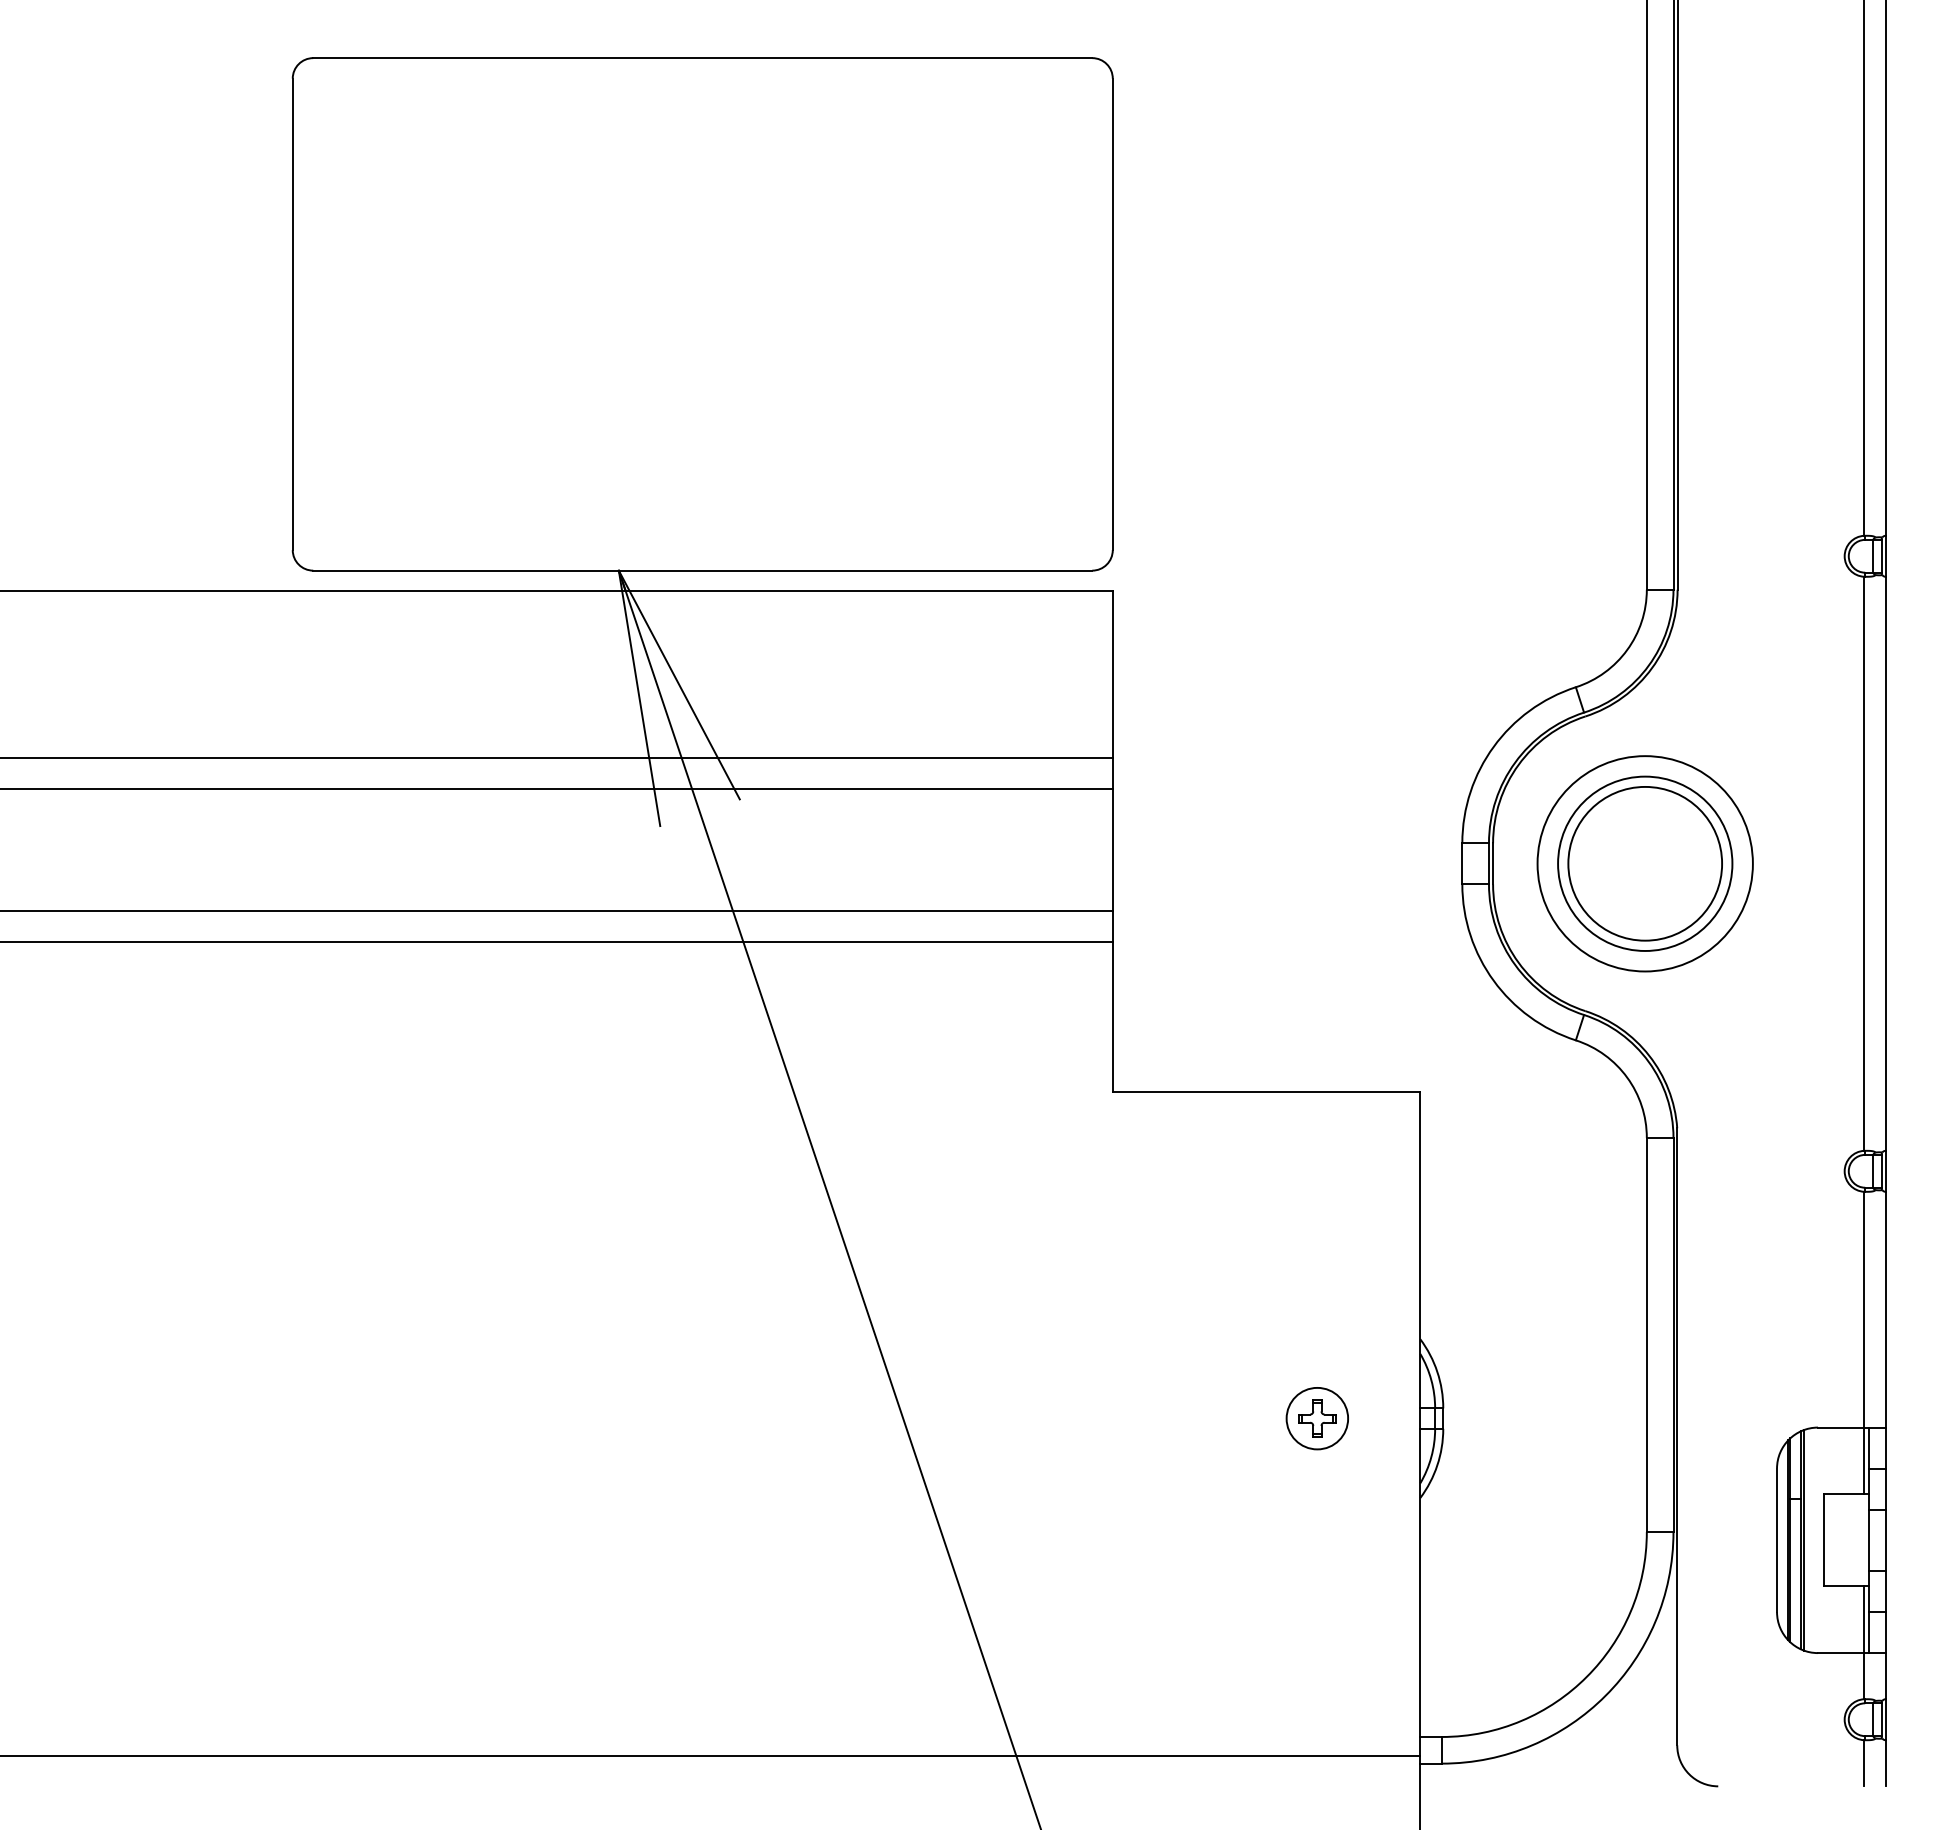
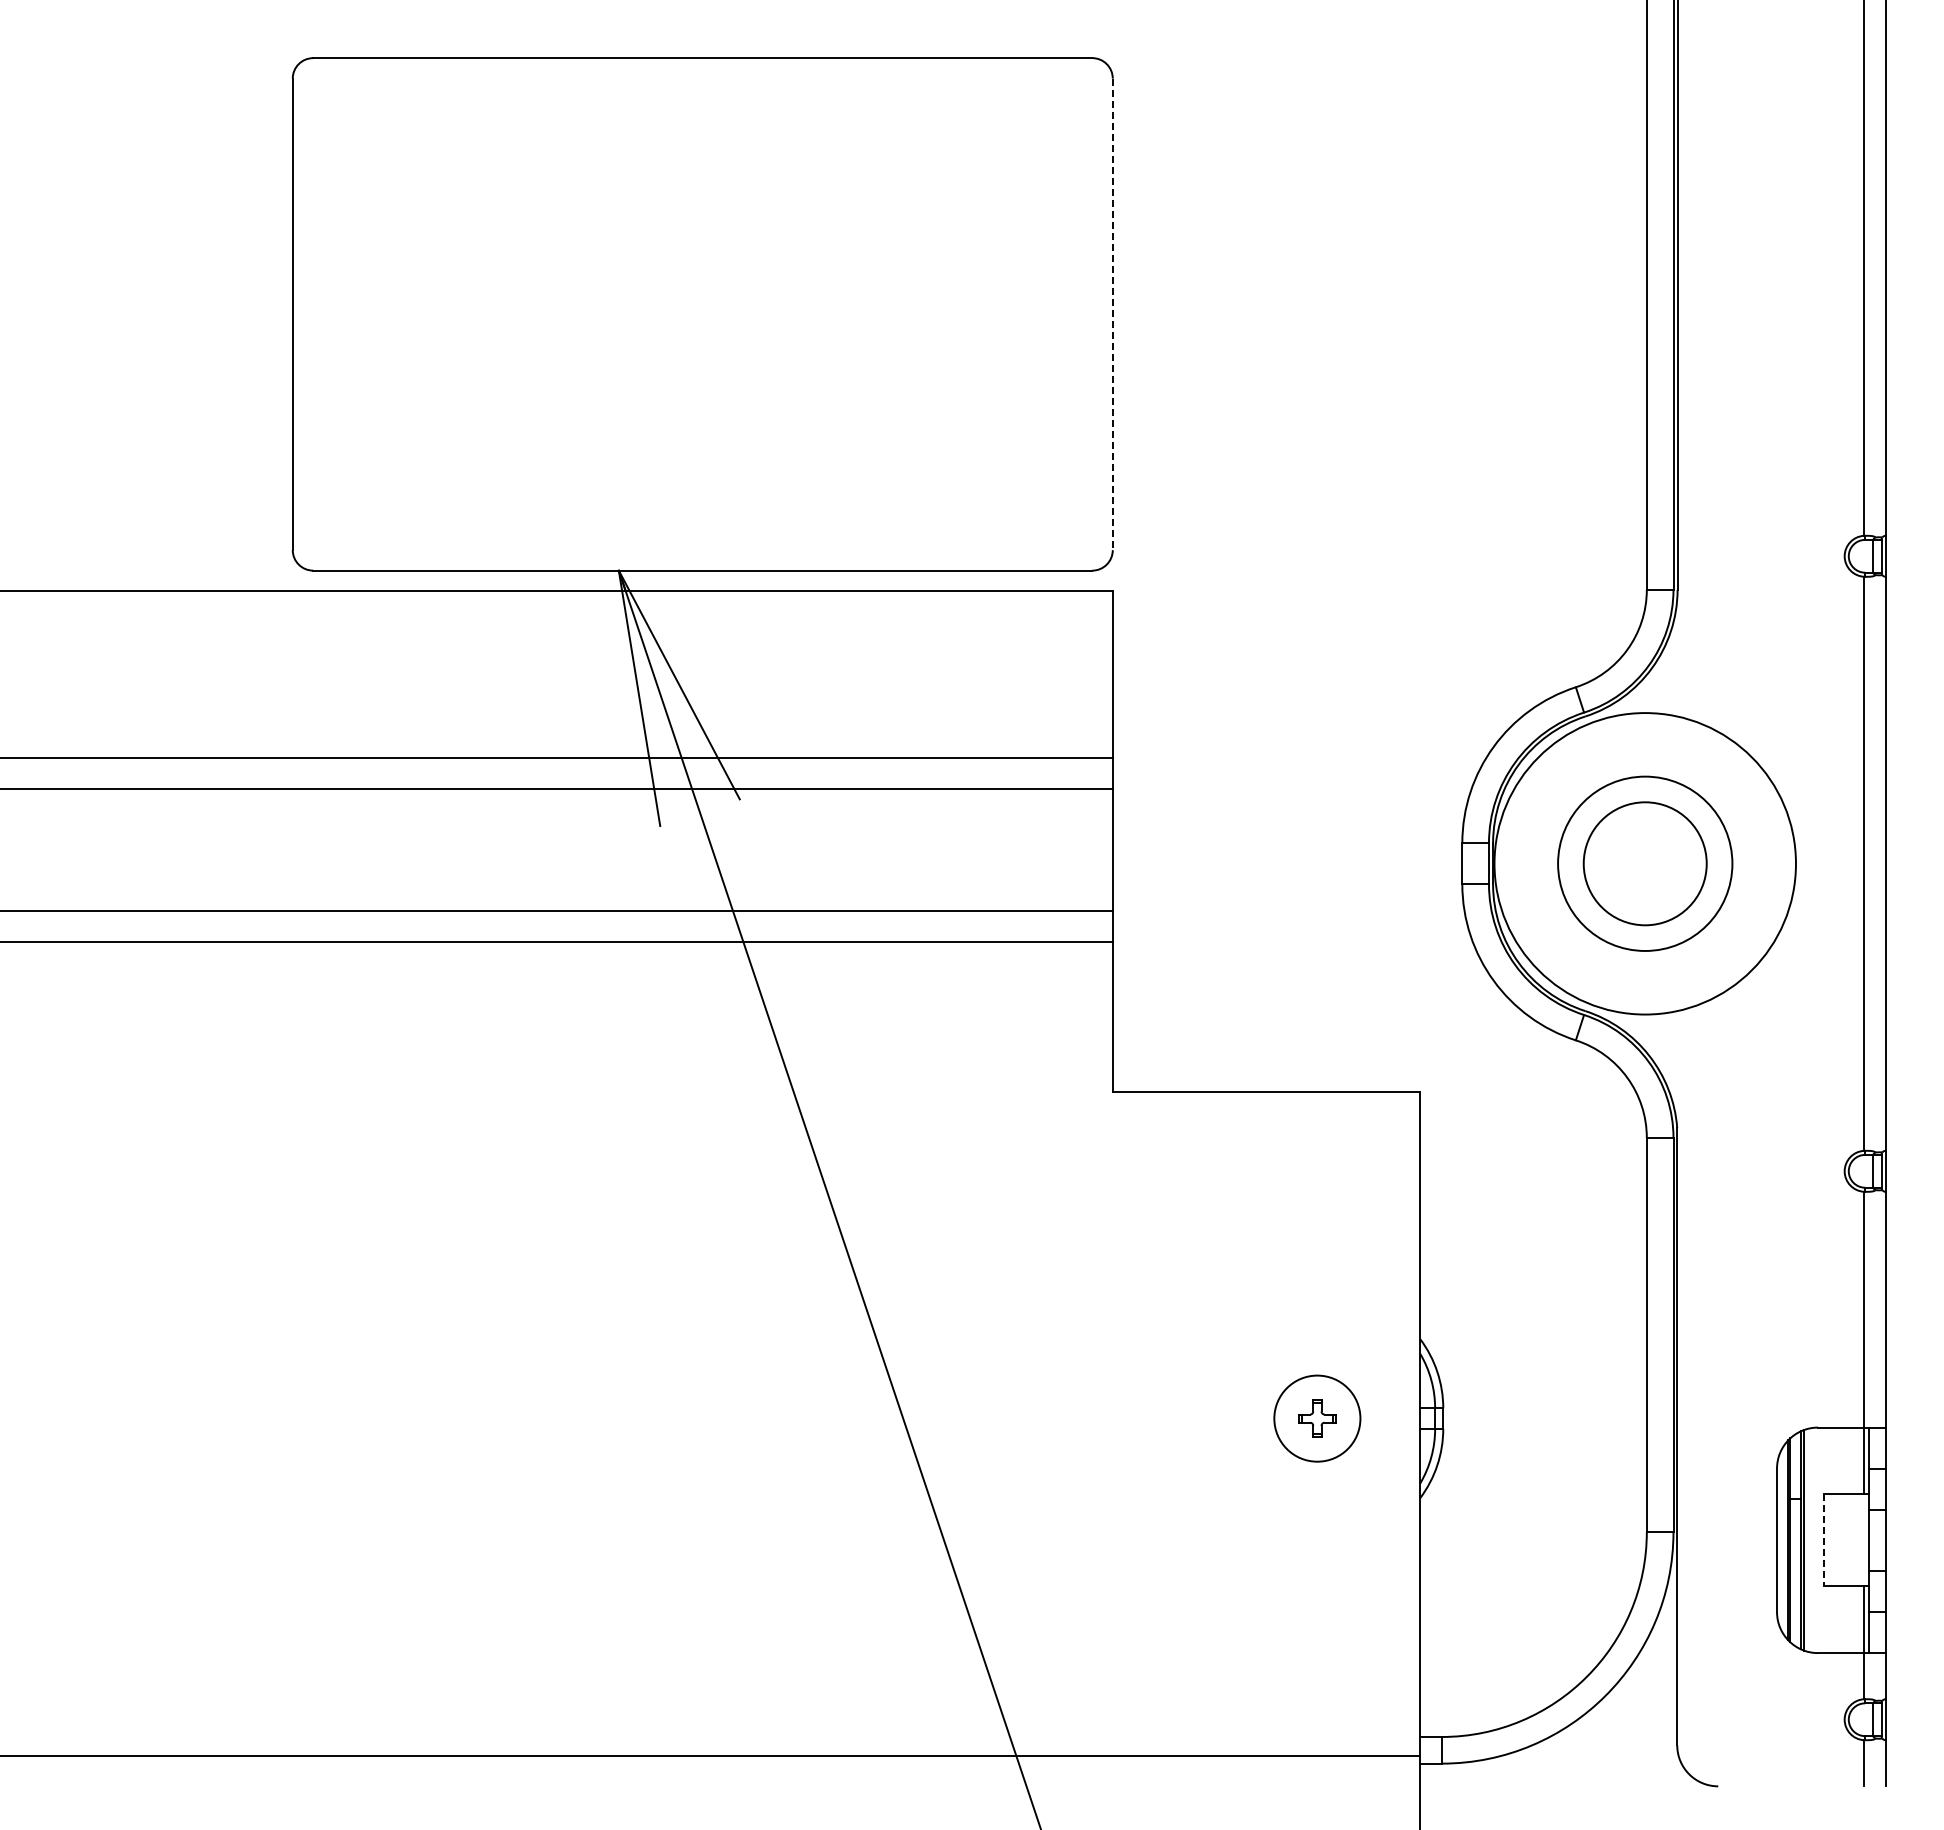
line at (1112, 314): solid -> dashed
circle at (1644, 863) diameter: 215 px -> 301 px
circle at (1645, 863) diameter: 154 px -> 123 px
circle at (1317, 1418) diameter: 62 px -> 86 px
line at (1824, 1540): solid -> dashed
